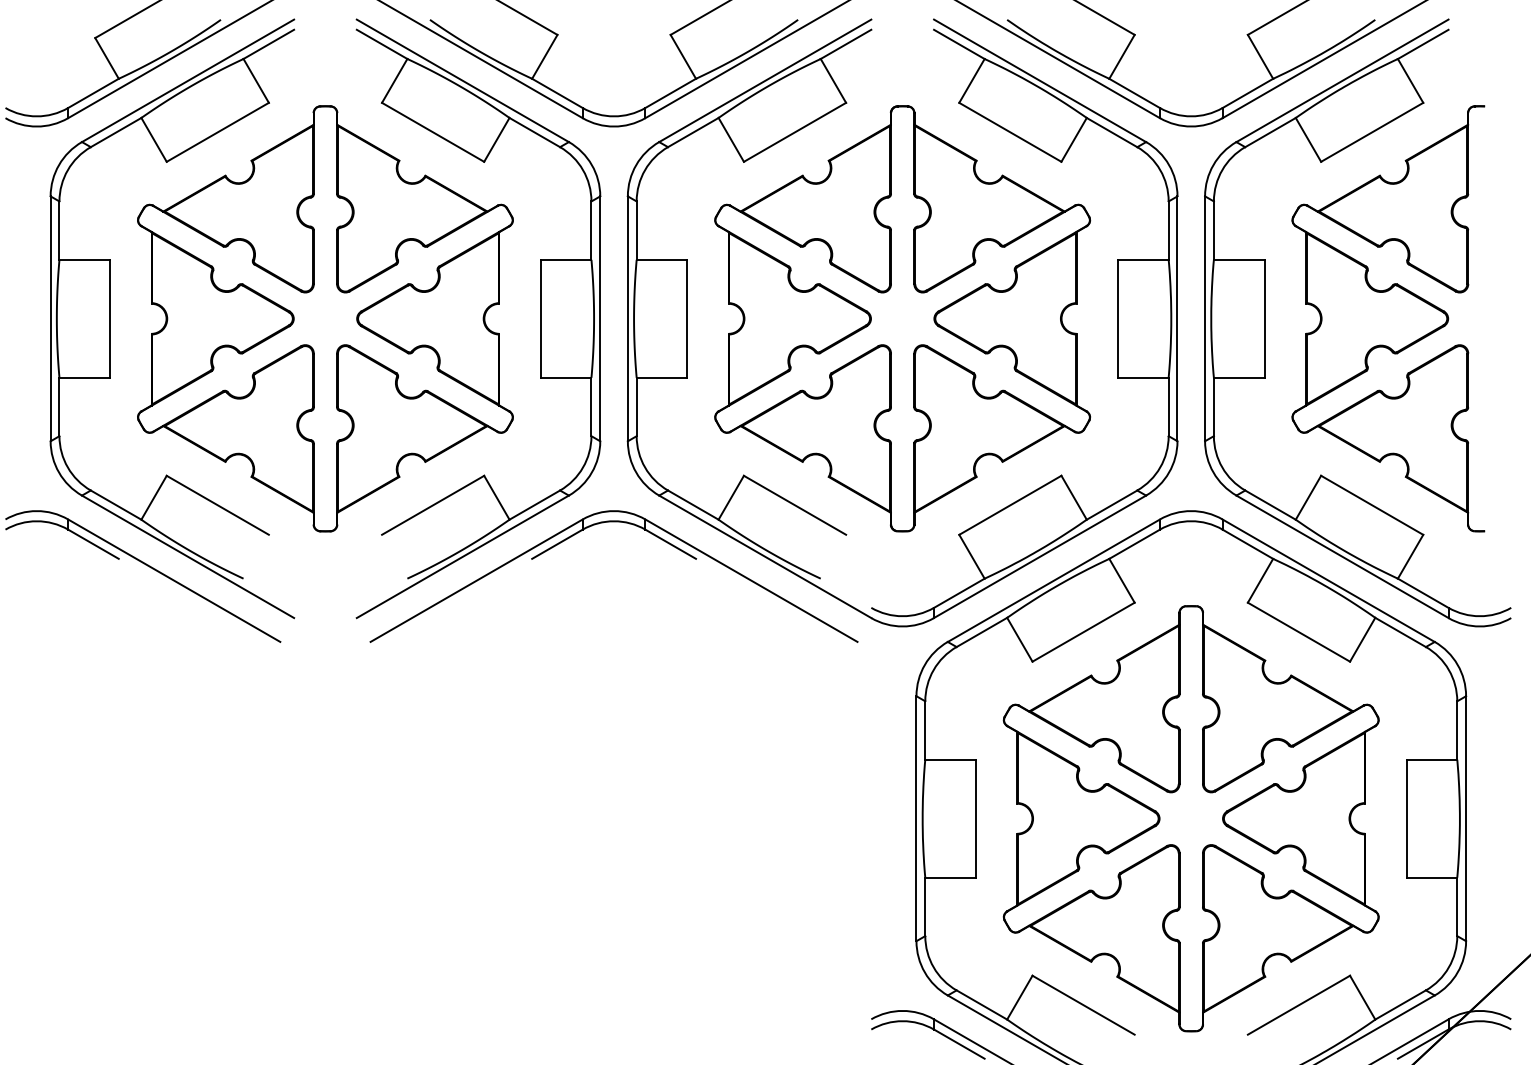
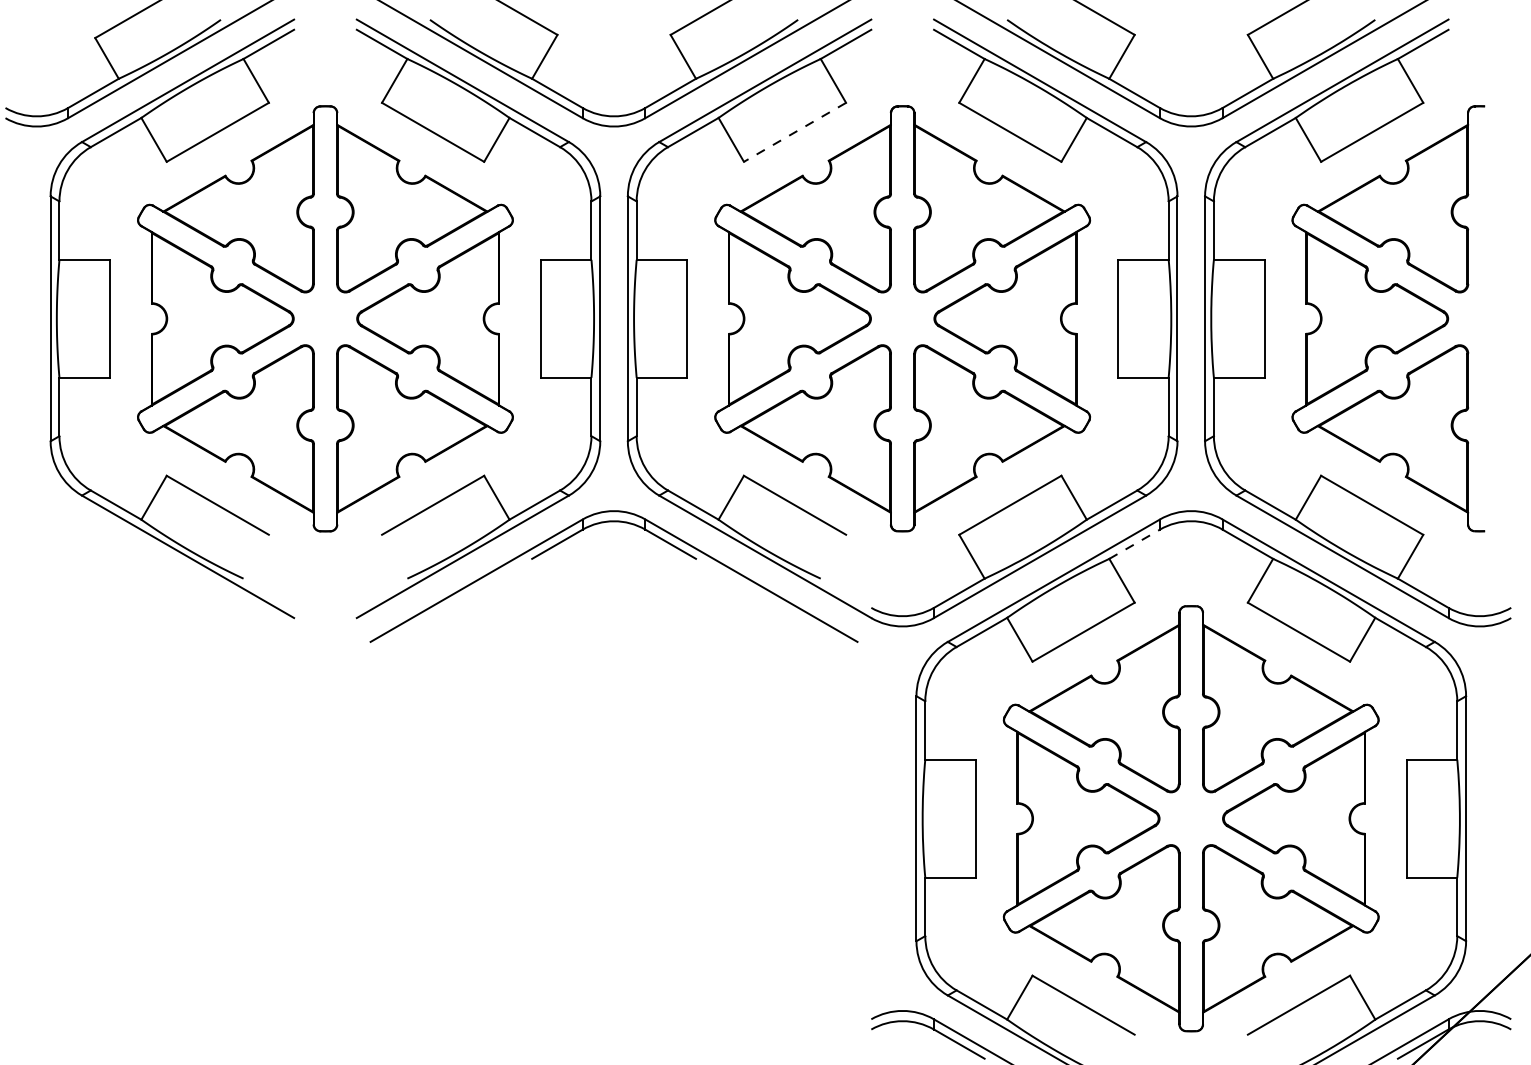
line at (795, 132): solid -> dashed
line at (1135, 544): solid -> dashed
part at (150, 568): present -> none
